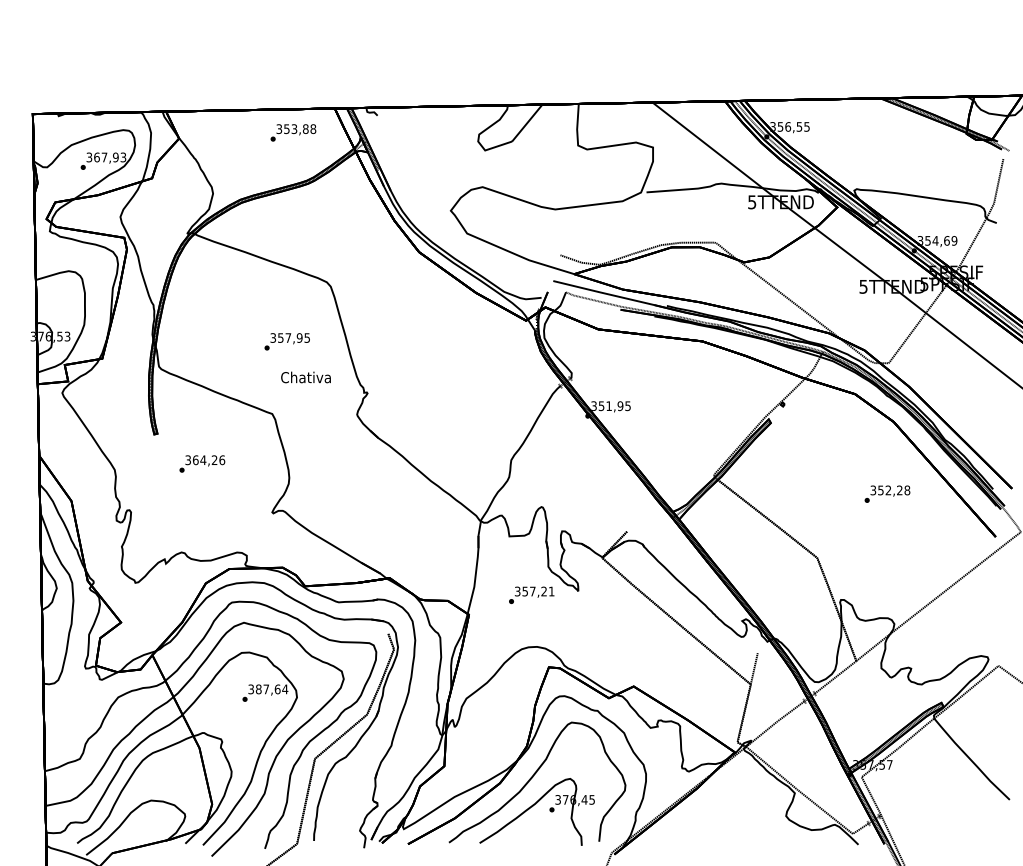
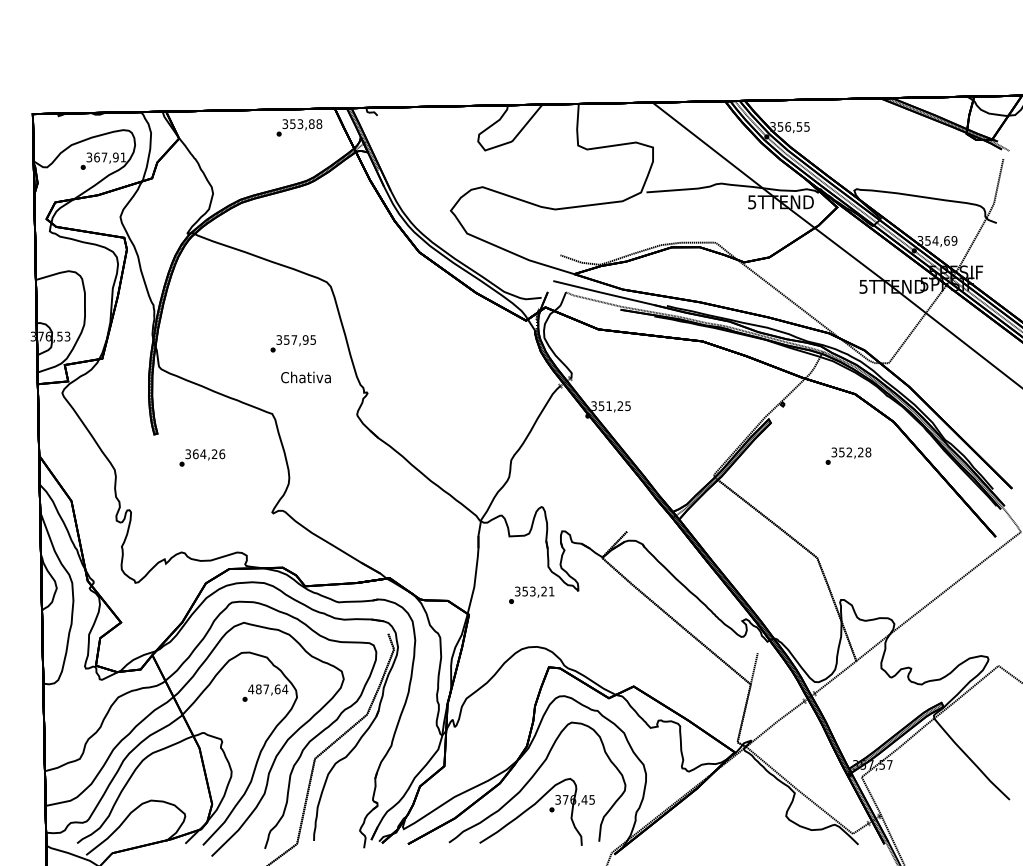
text at (293, 132) position: (293, 132) -> (299, 127)
text at (123, 157): 367,93 -> 367,91
text at (286, 341) position: (286, 341) -> (292, 343)
text at (620, 406): 351,95 -> 351,25
text at (202, 463) position: (202, 463) -> (202, 457)
text at (887, 493) position: (887, 493) -> (848, 455)
text at (532, 591): 357,21 -> 353,21
text at (251, 689): 387,64 -> 487,64
